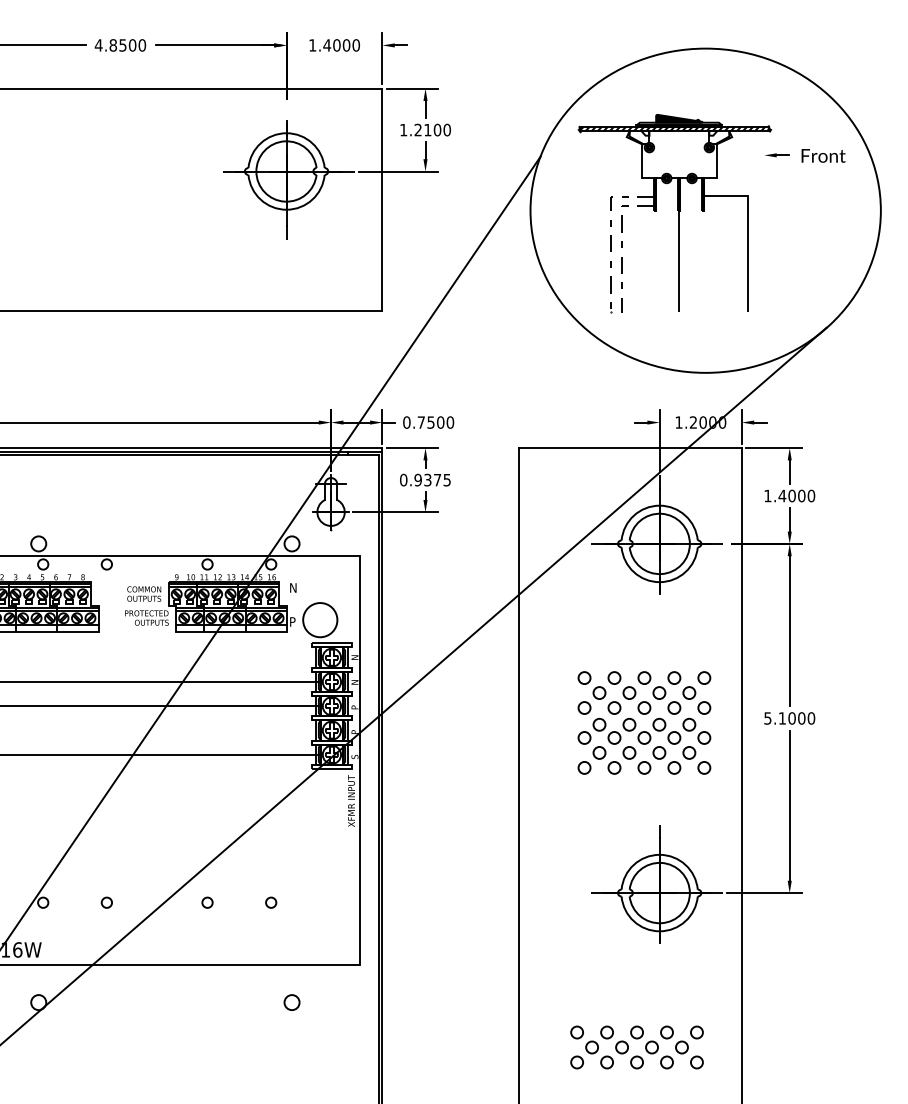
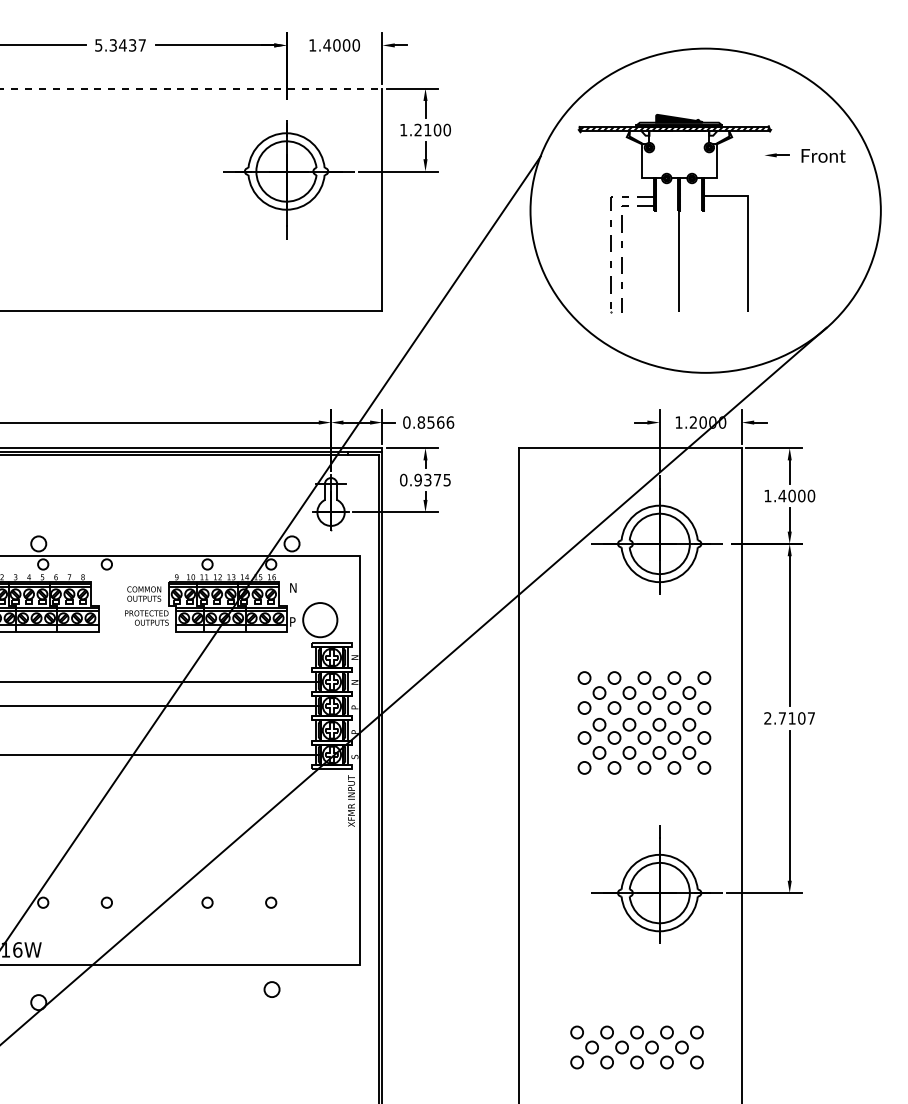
text at (120, 45): 4.8500 -> 5.3437
line at (191, 88): solid -> dashed
text at (435, 422): 0.7500 -> 0.8566
text at (789, 718): 5.1000 -> 2.7107
circle at (291, 1002) position: (291, 1002) -> (271, 989)
